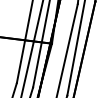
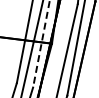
line at (41, 44): solid -> dashed
